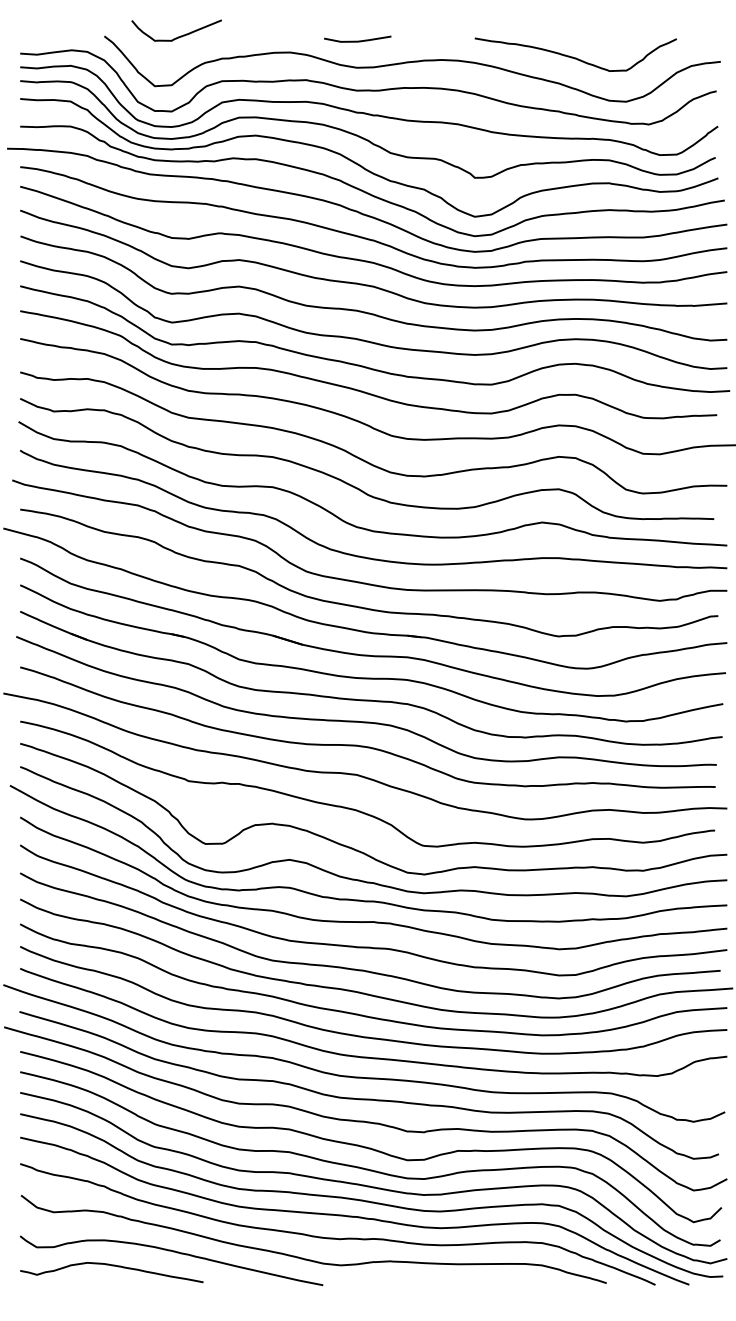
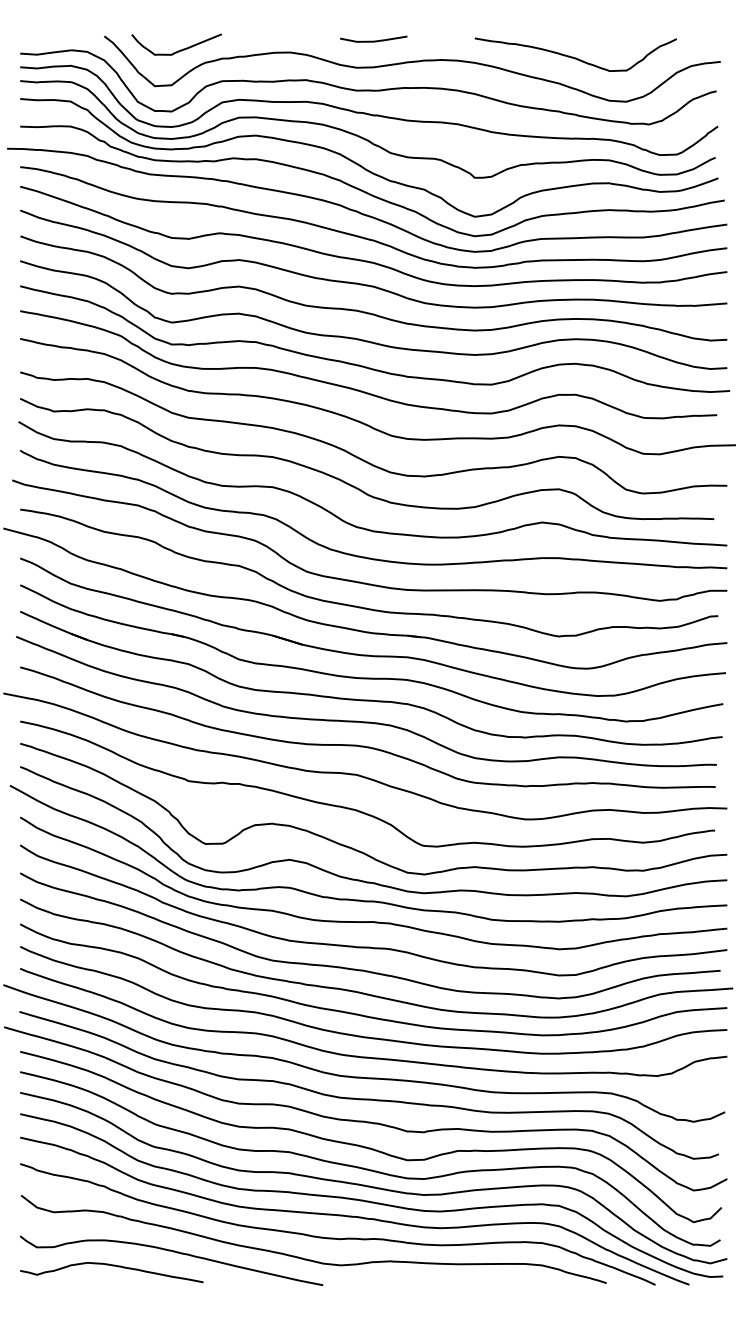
curve at (178, 36) position: (178, 36) -> (178, 50)
line at (357, 40) position: (357, 40) -> (373, 40)
